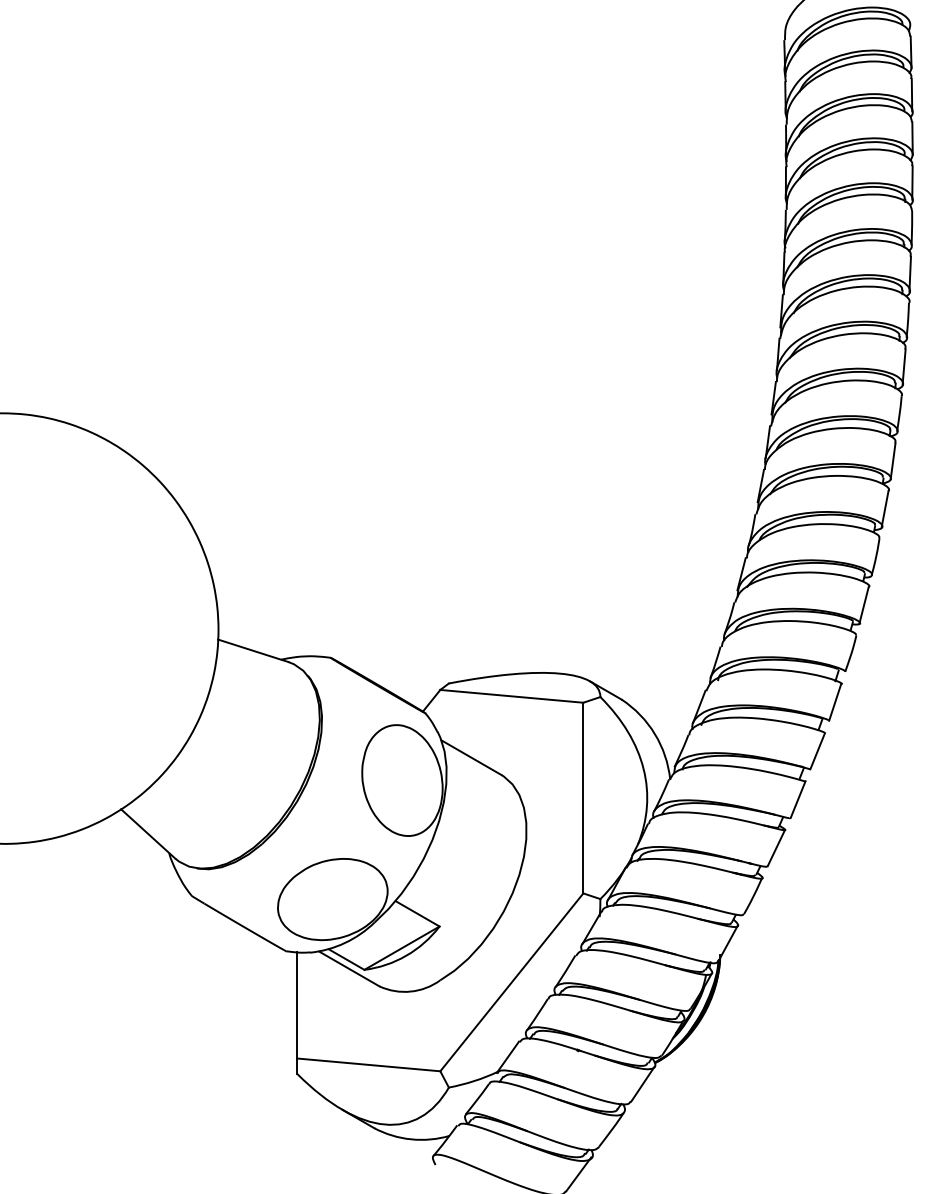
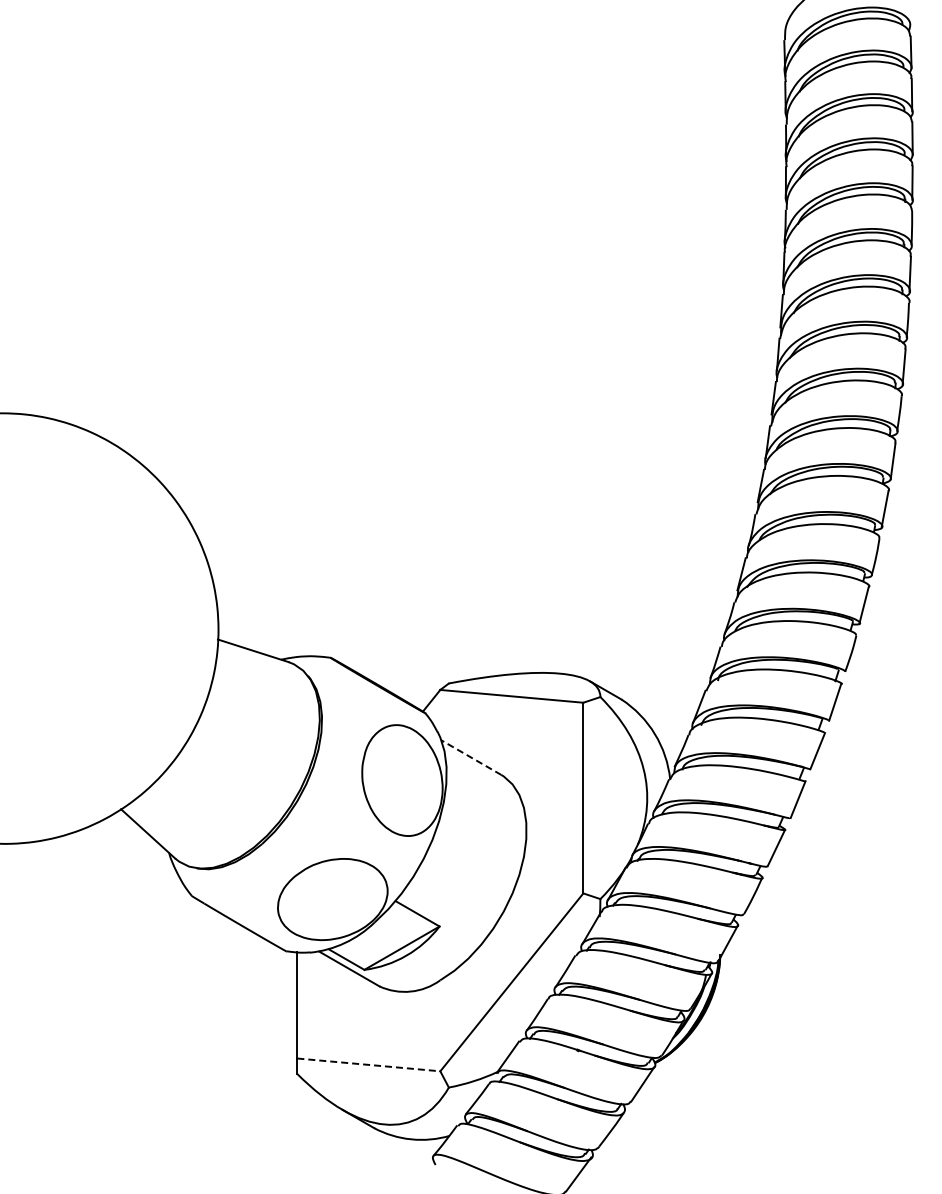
line at (471, 757): solid -> dashed
line at (368, 1064): solid -> dashed
